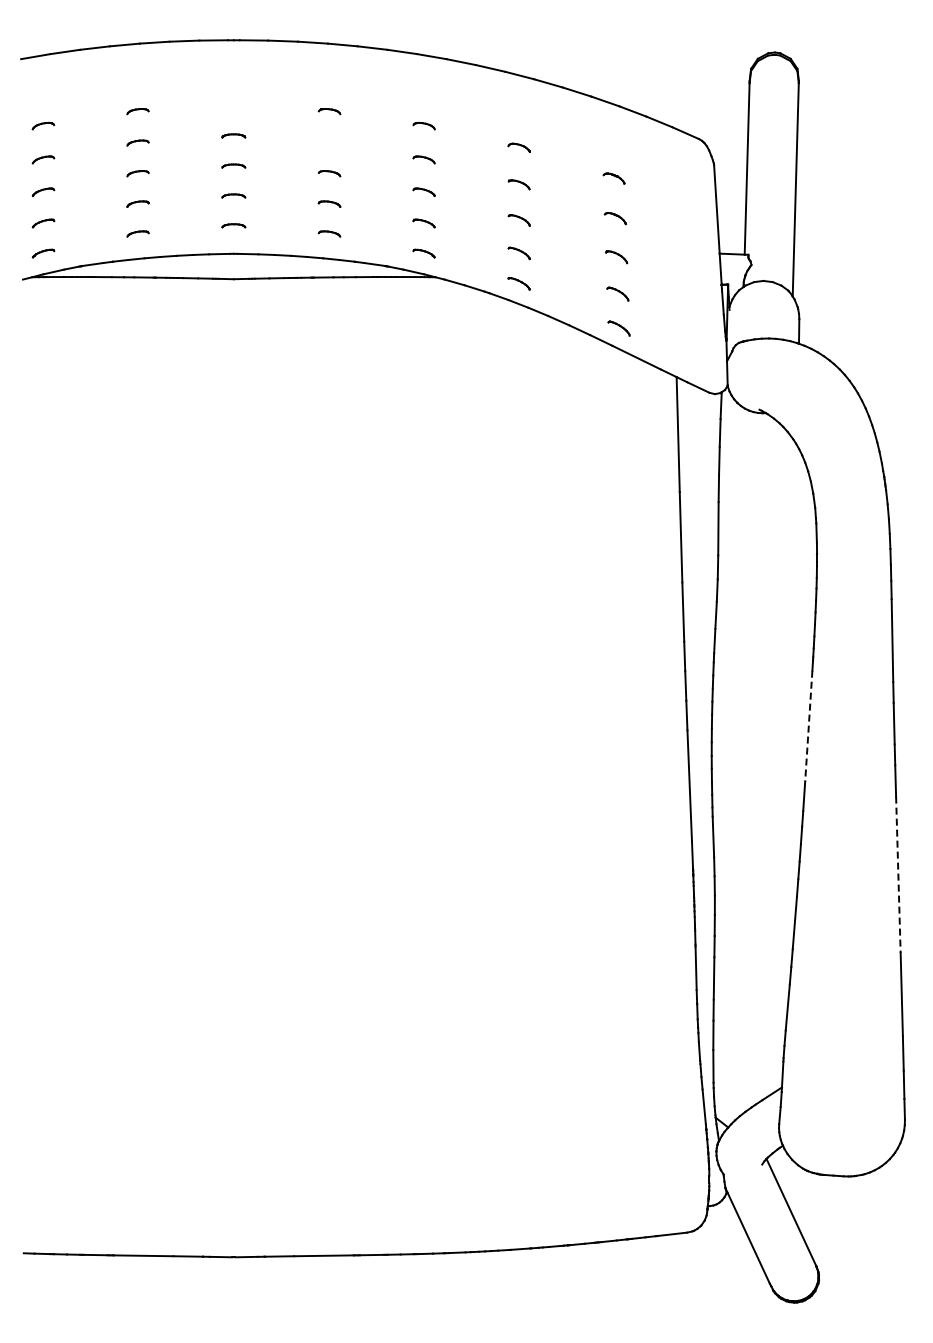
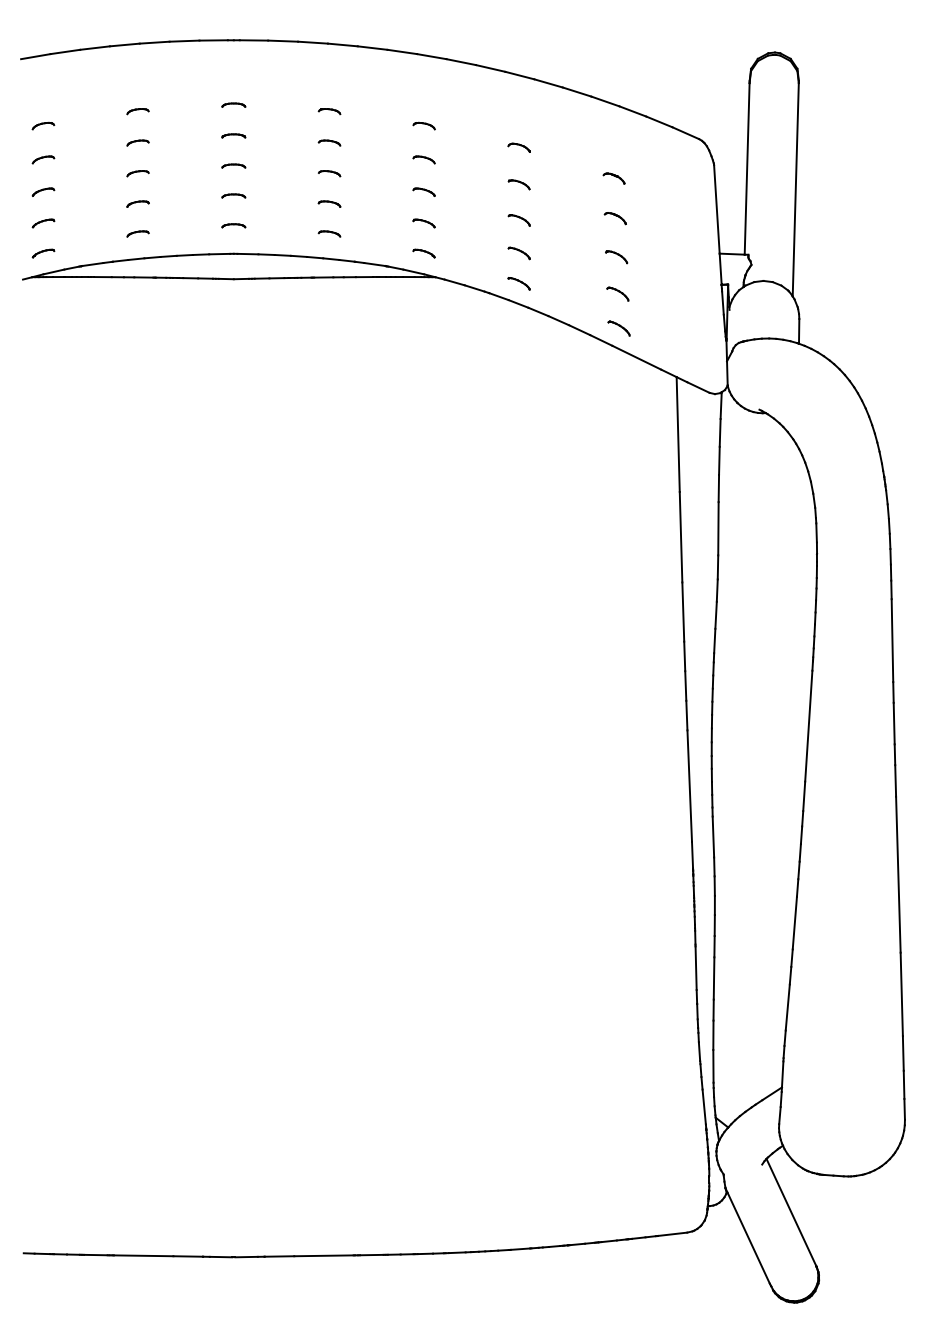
part at (233, 104): none -> present
part at (329, 142): none -> present
line at (808, 726): dashed -> solid
line at (898, 875): dashed -> solid
